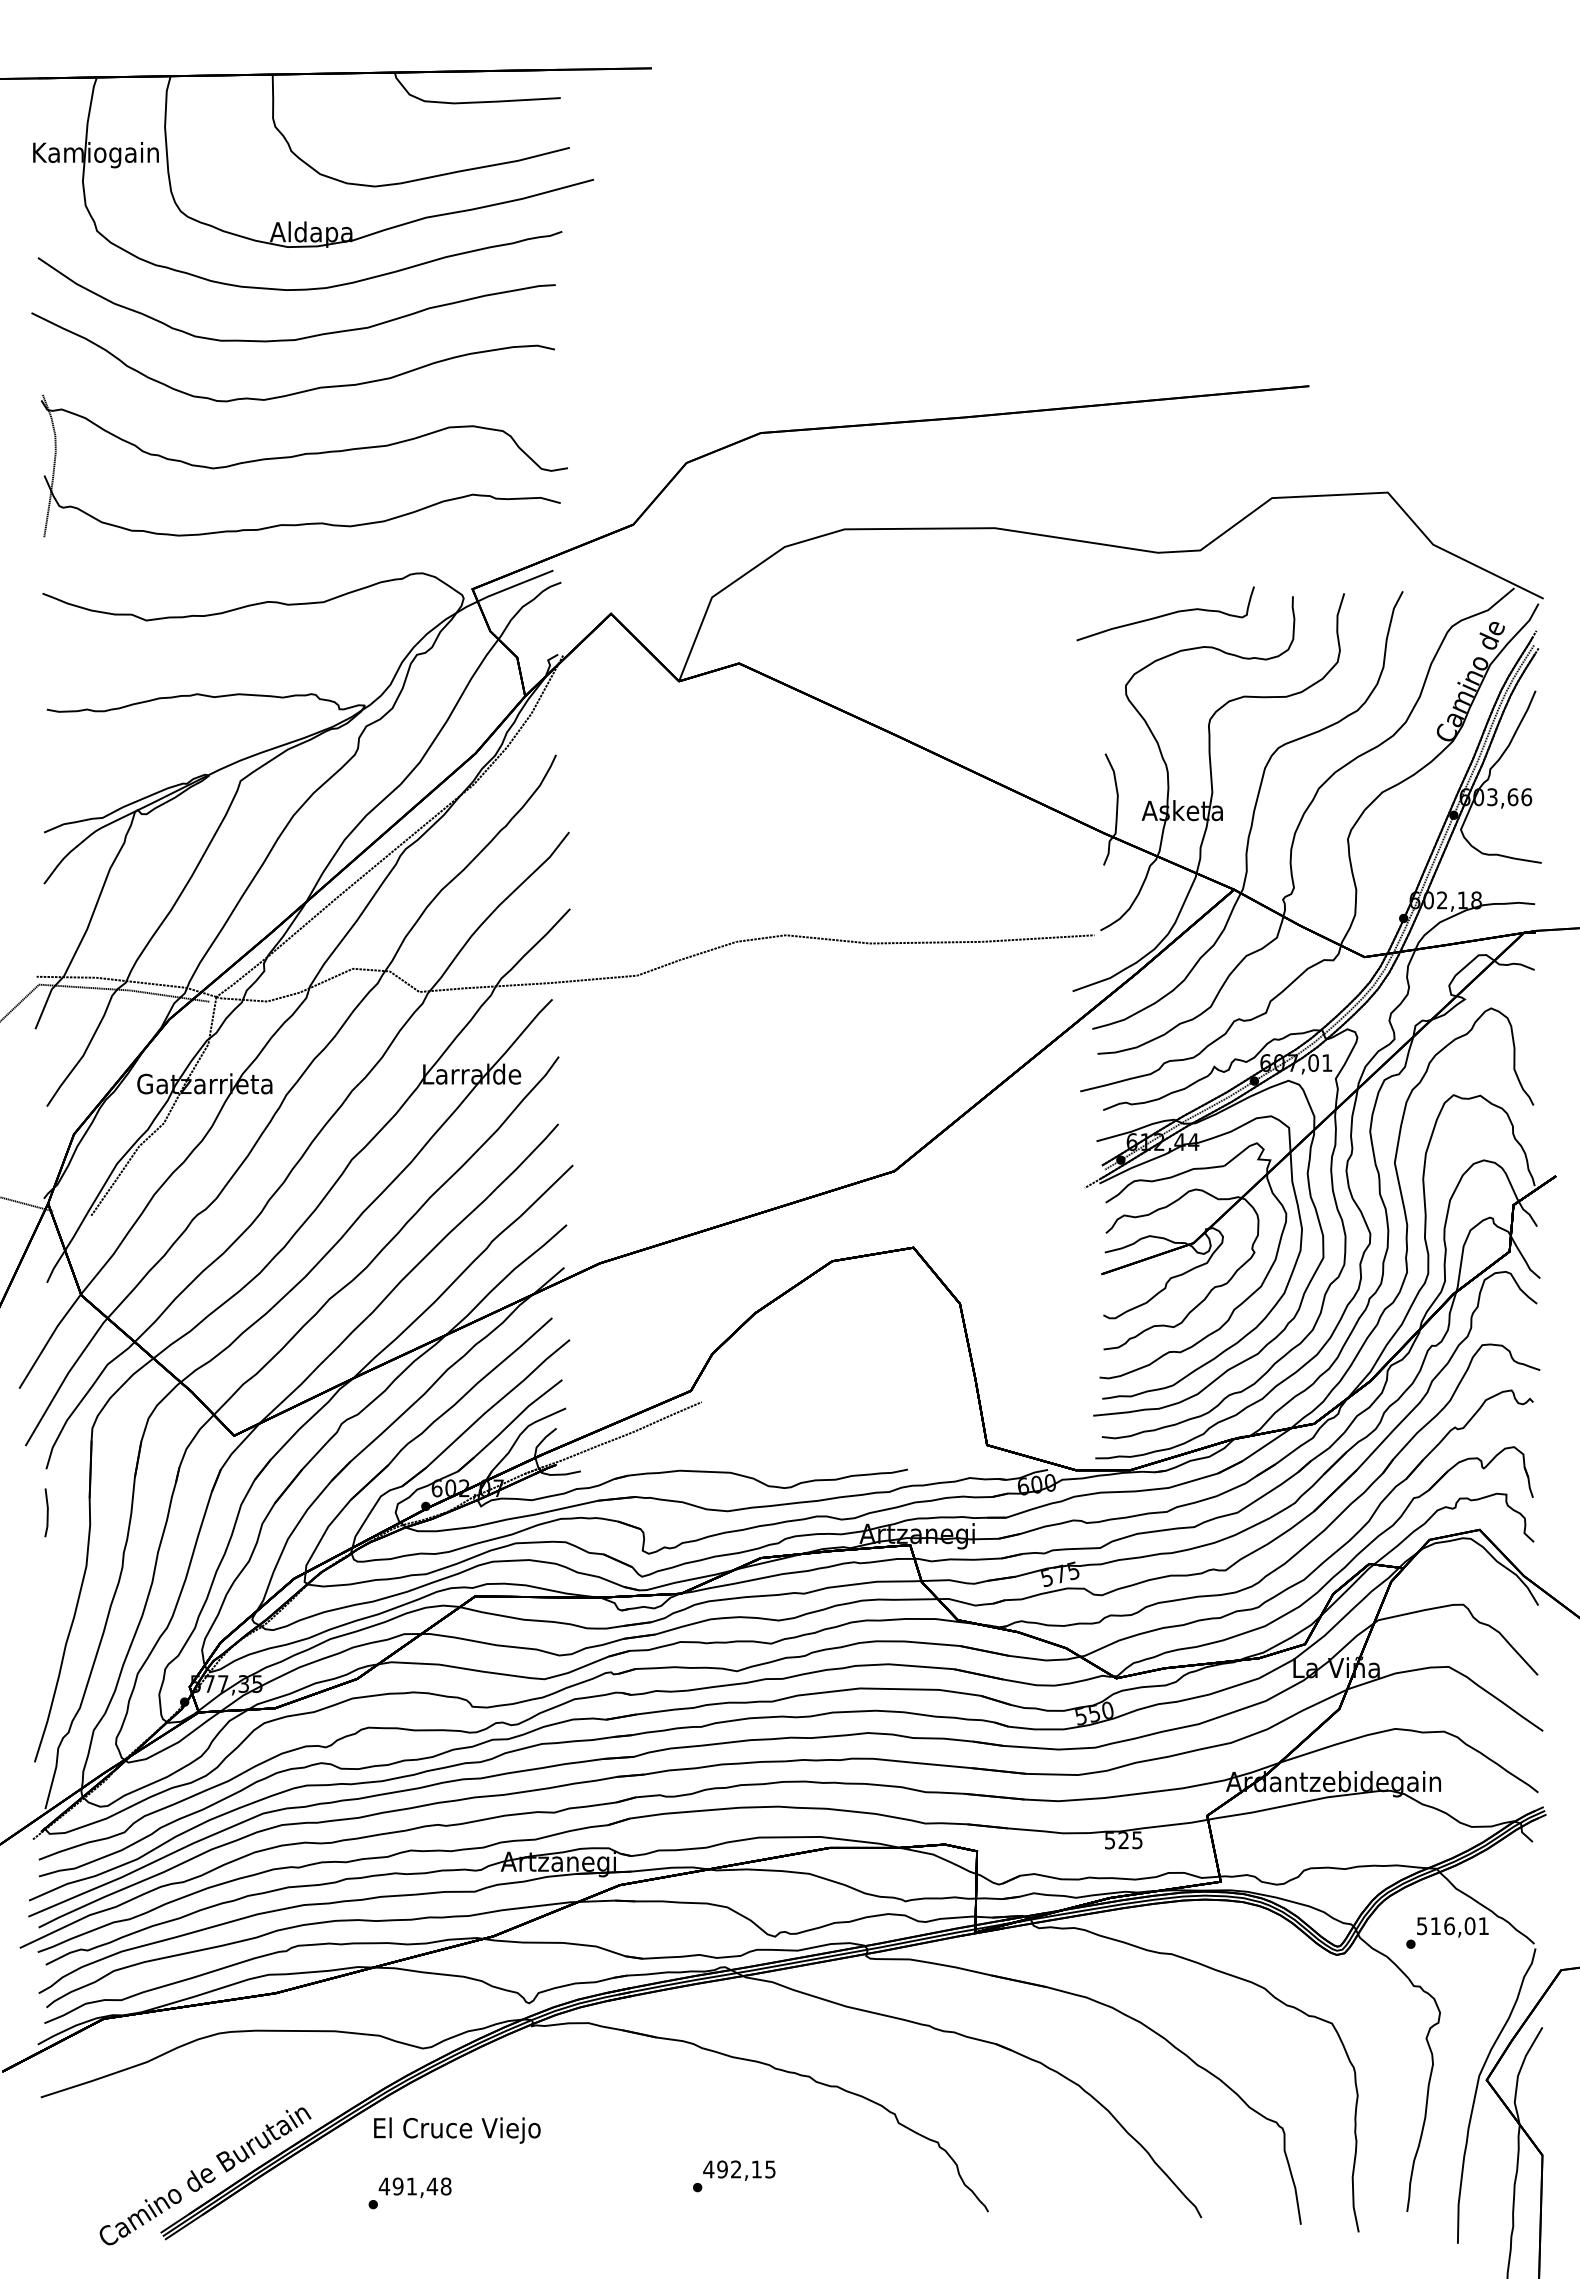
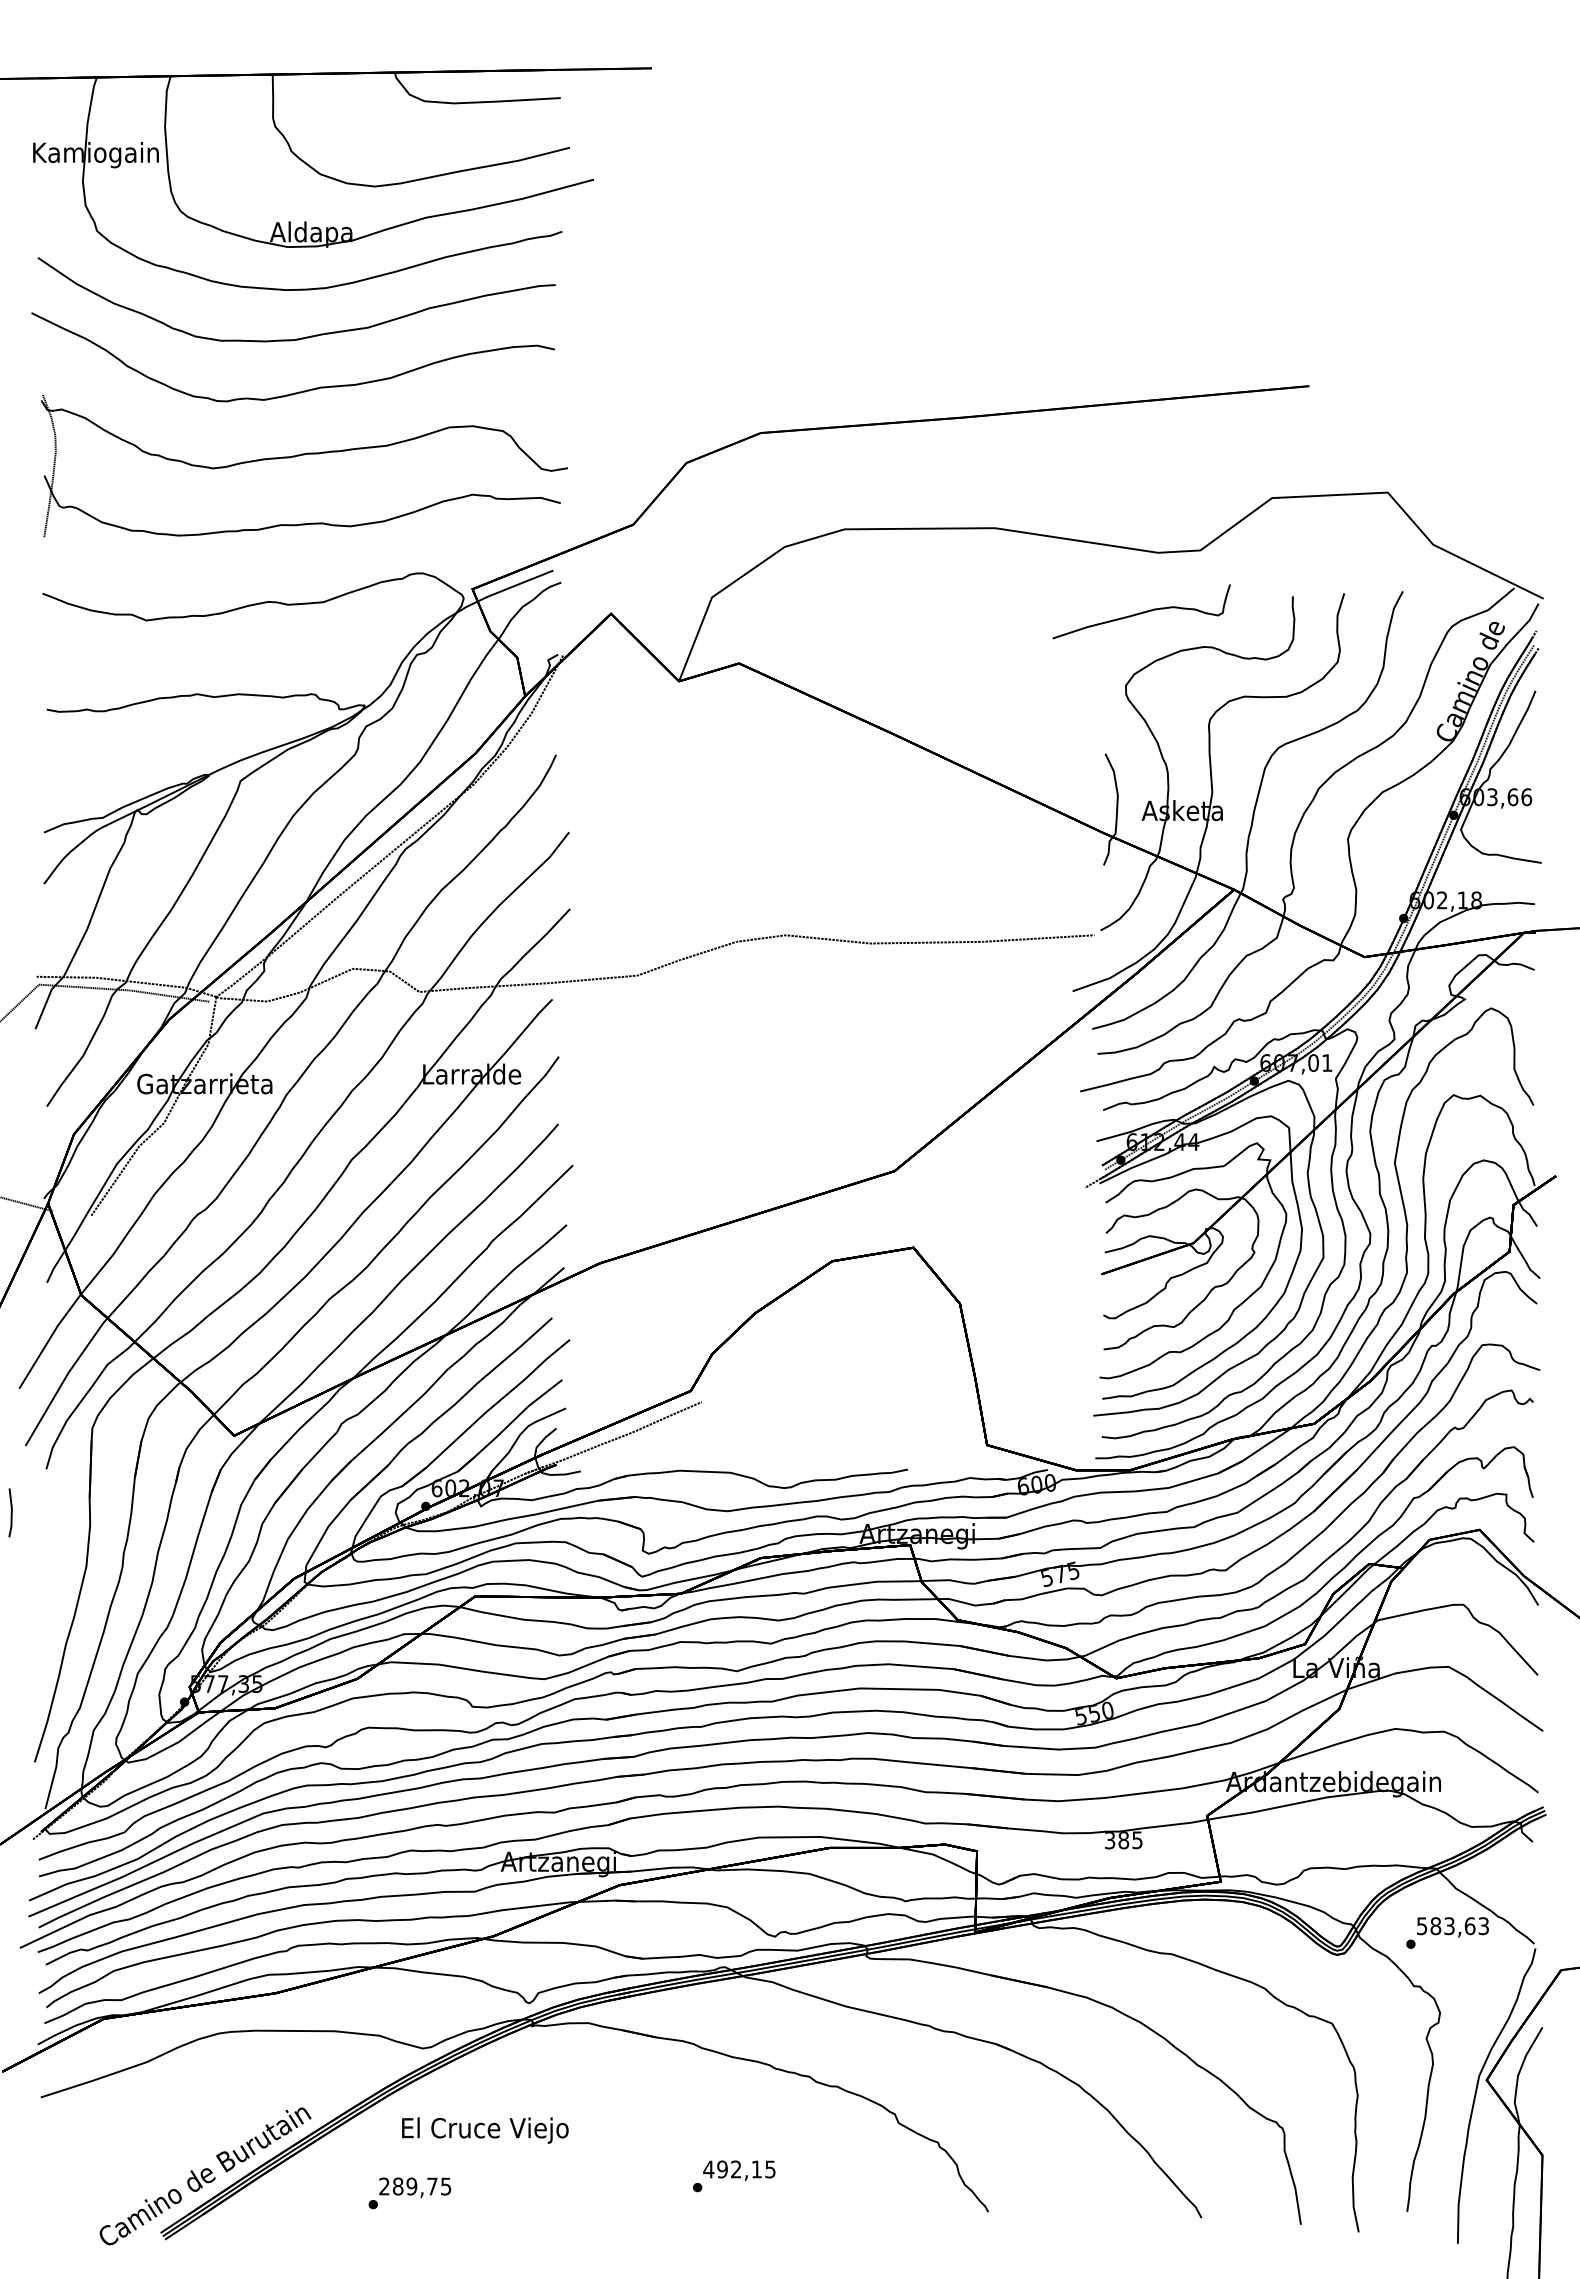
curve at (1166, 613) position: (1166, 613) -> (1142, 611)
line at (46, 1512) position: (46, 1512) -> (10, 1512)
text at (1117, 1840): 525 -> 385
text at (1459, 1926): 516,01 -> 583,63
text at (457, 2130) position: (457, 2130) -> (485, 2130)
text at (414, 2186): 491,48 -> 289,75
